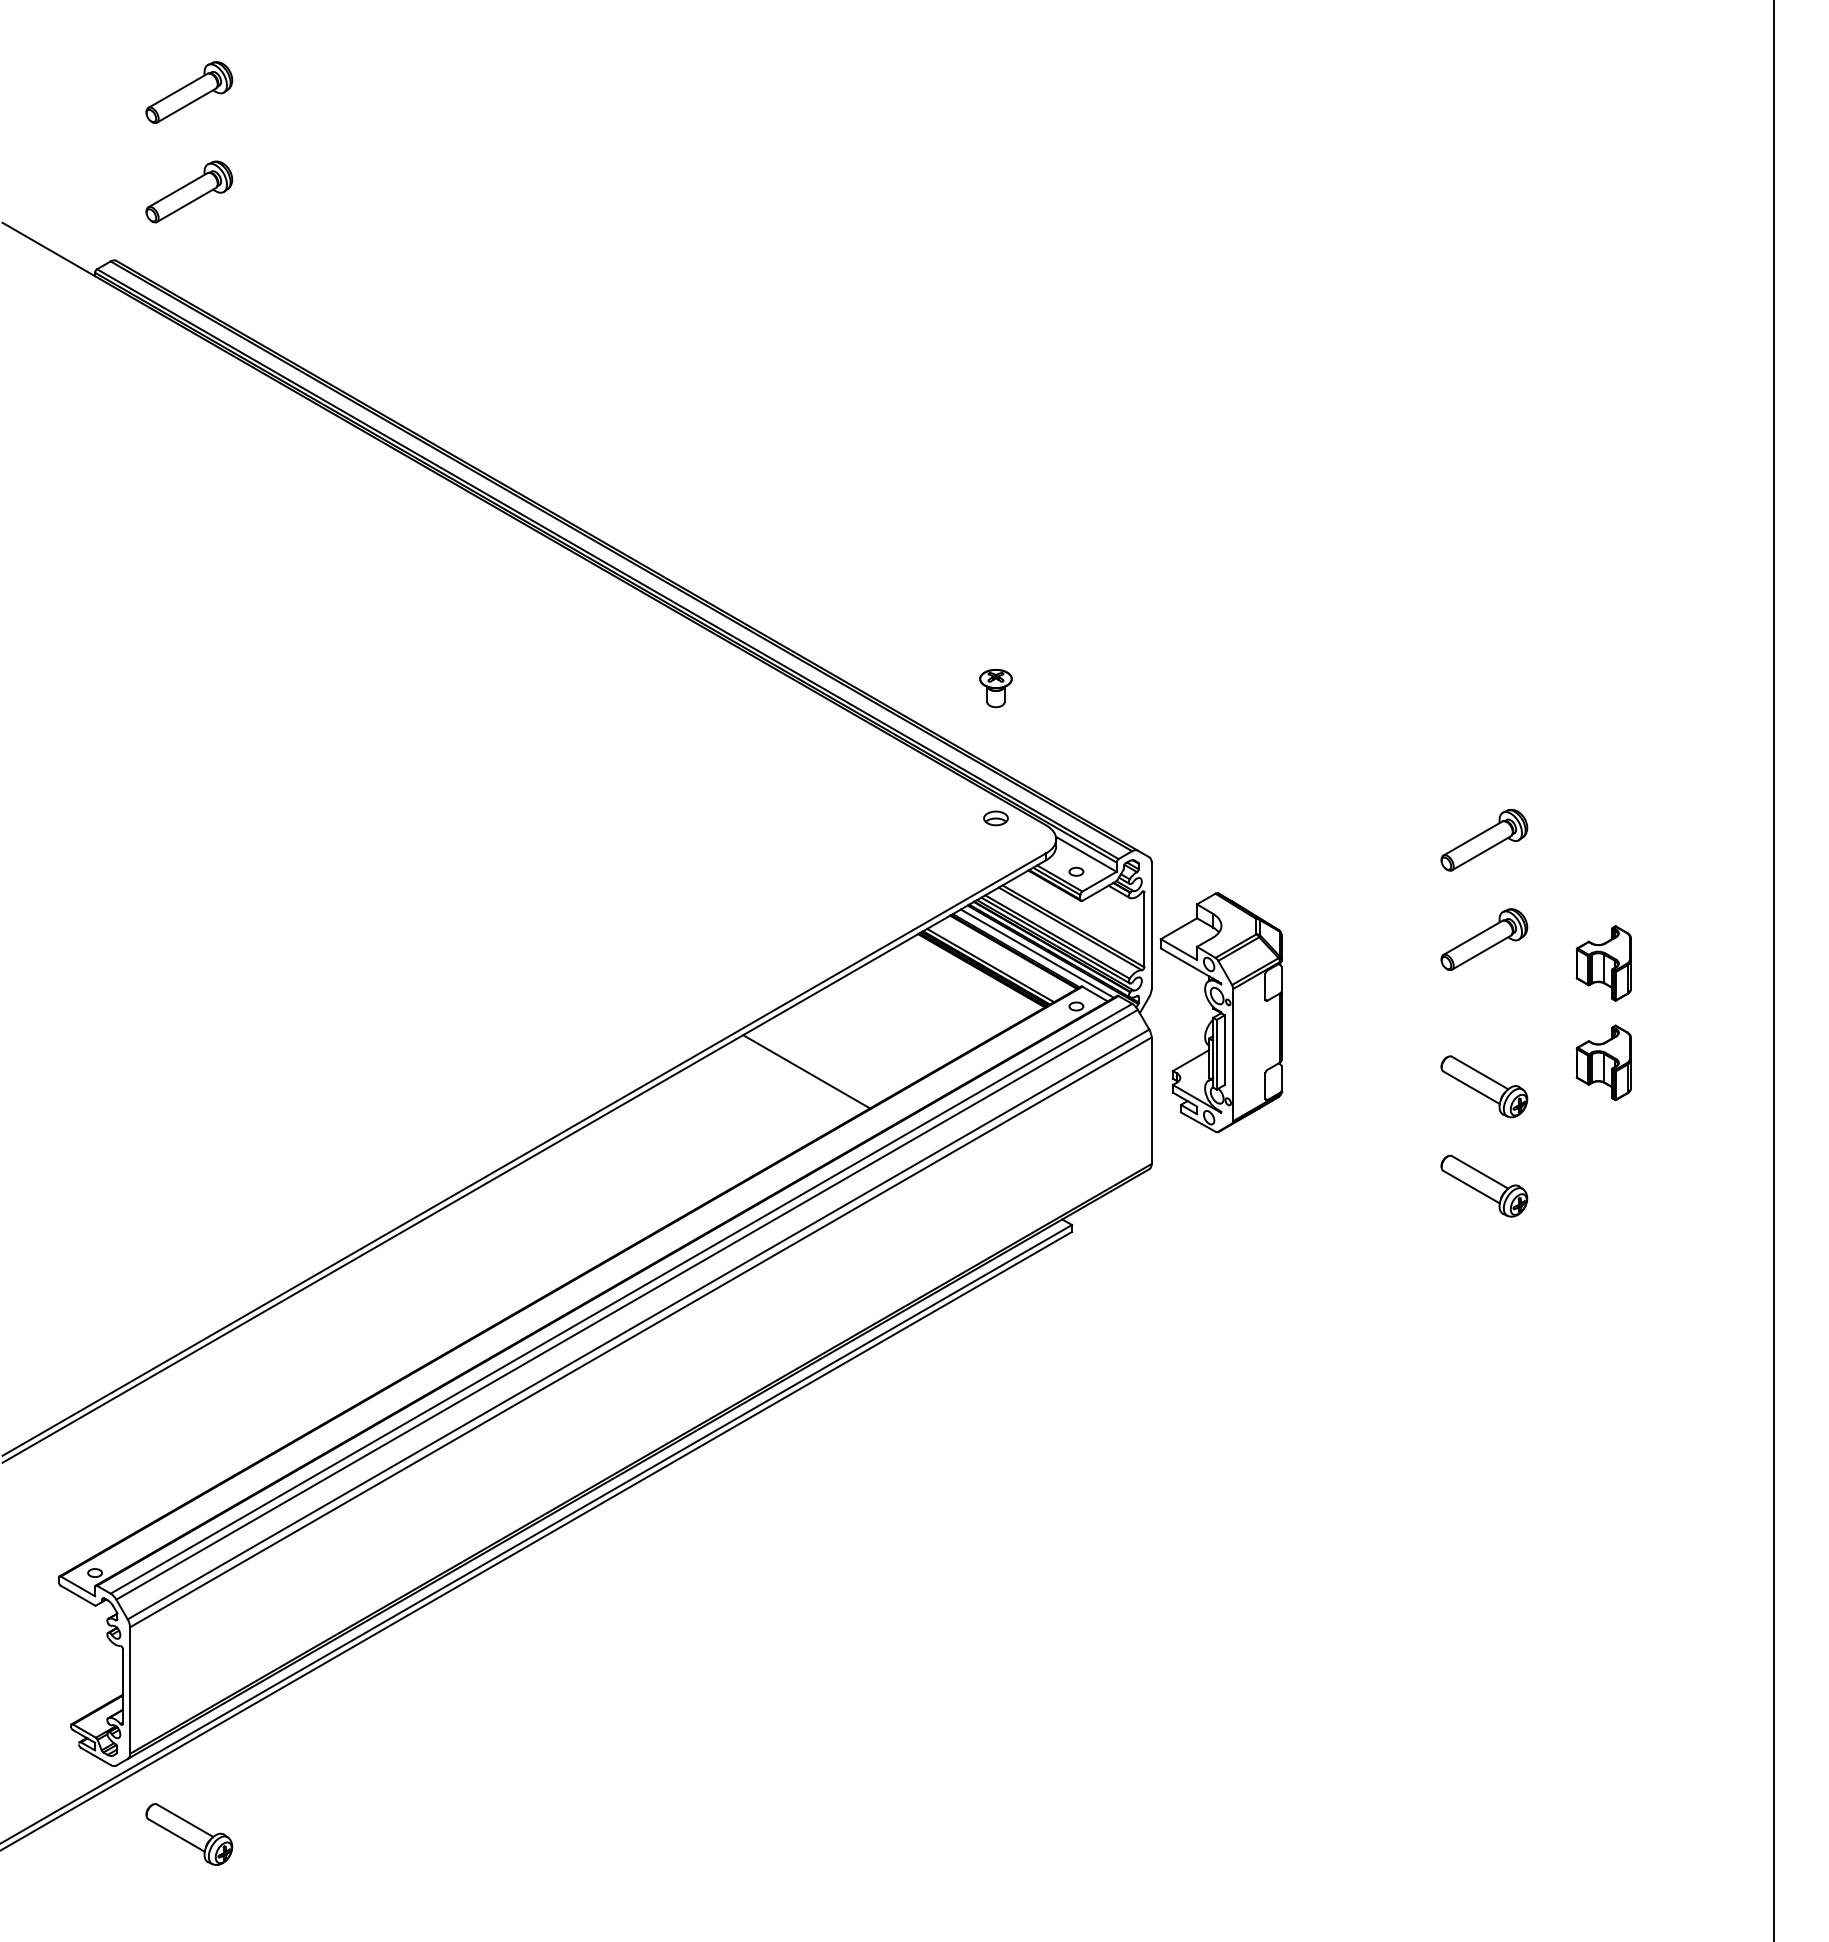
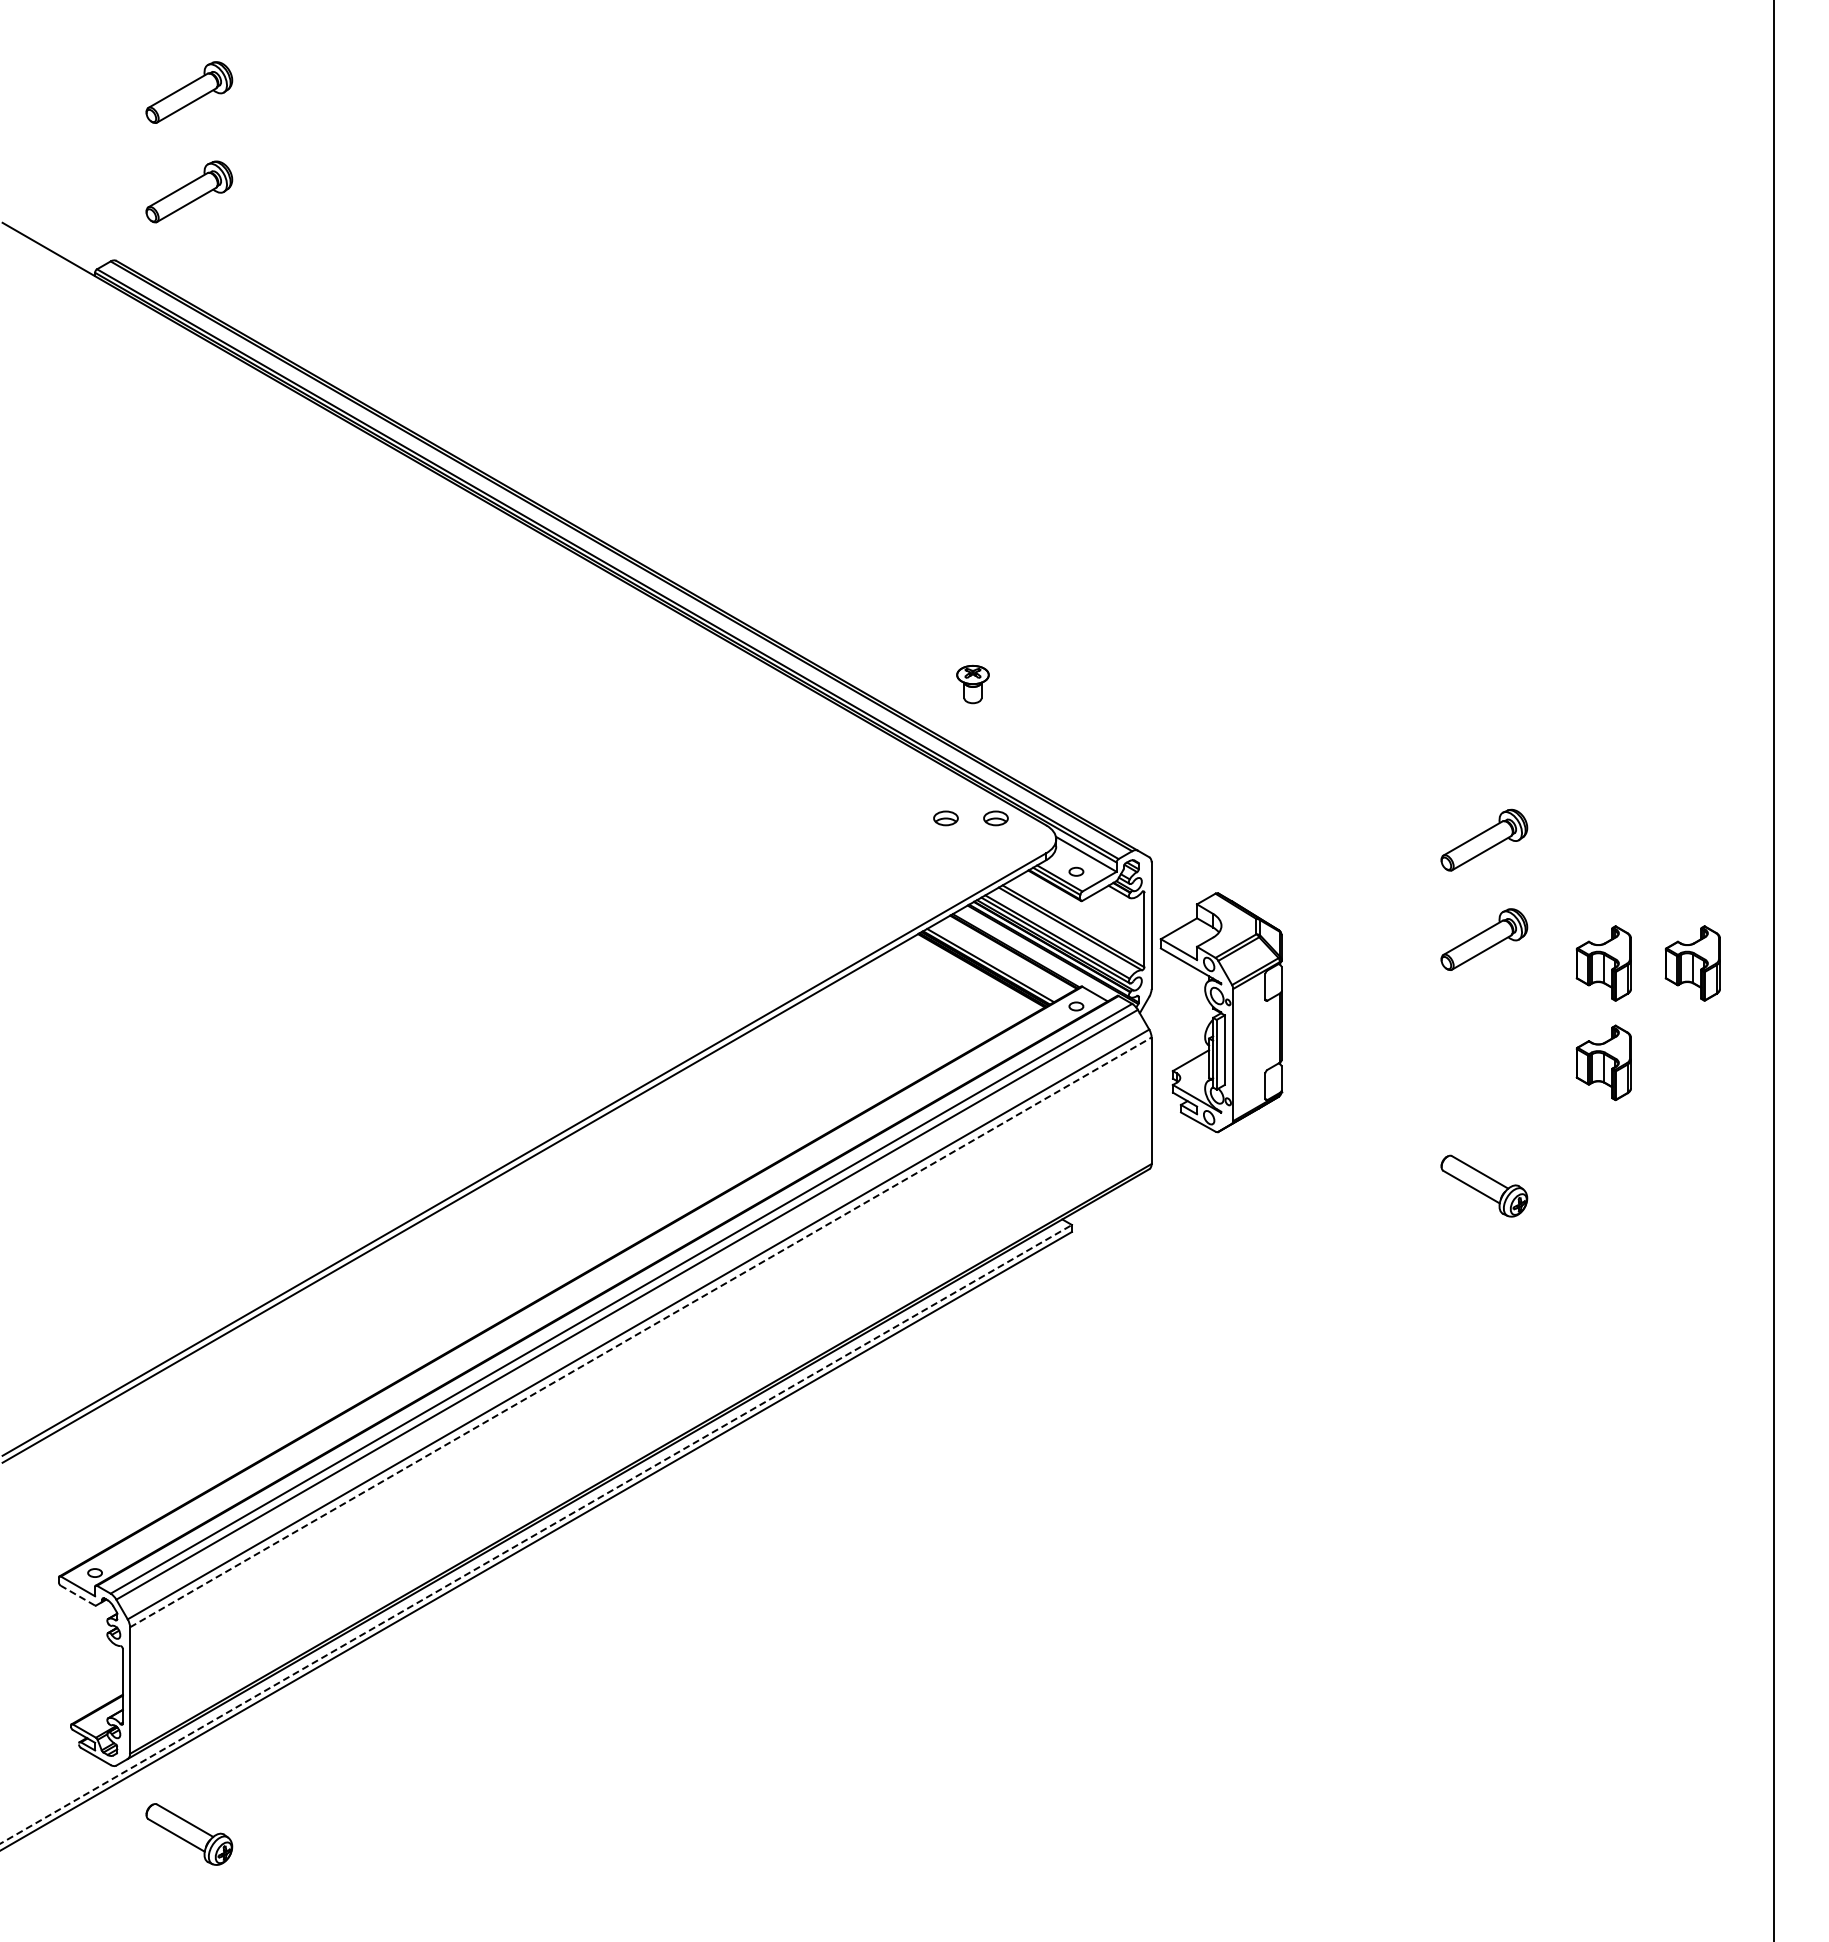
part at (995, 688) position: (995, 688) -> (972, 684)
part at (945, 818): none -> present
line at (1036, 953): present -> none
part at (1692, 963): none -> present
line at (806, 1071): present -> none
part at (1484, 1086): present -> none
line at (640, 1332): solid -> dashed
line at (536, 1534): solid -> dashed
line at (77, 1595): solid -> dashed
